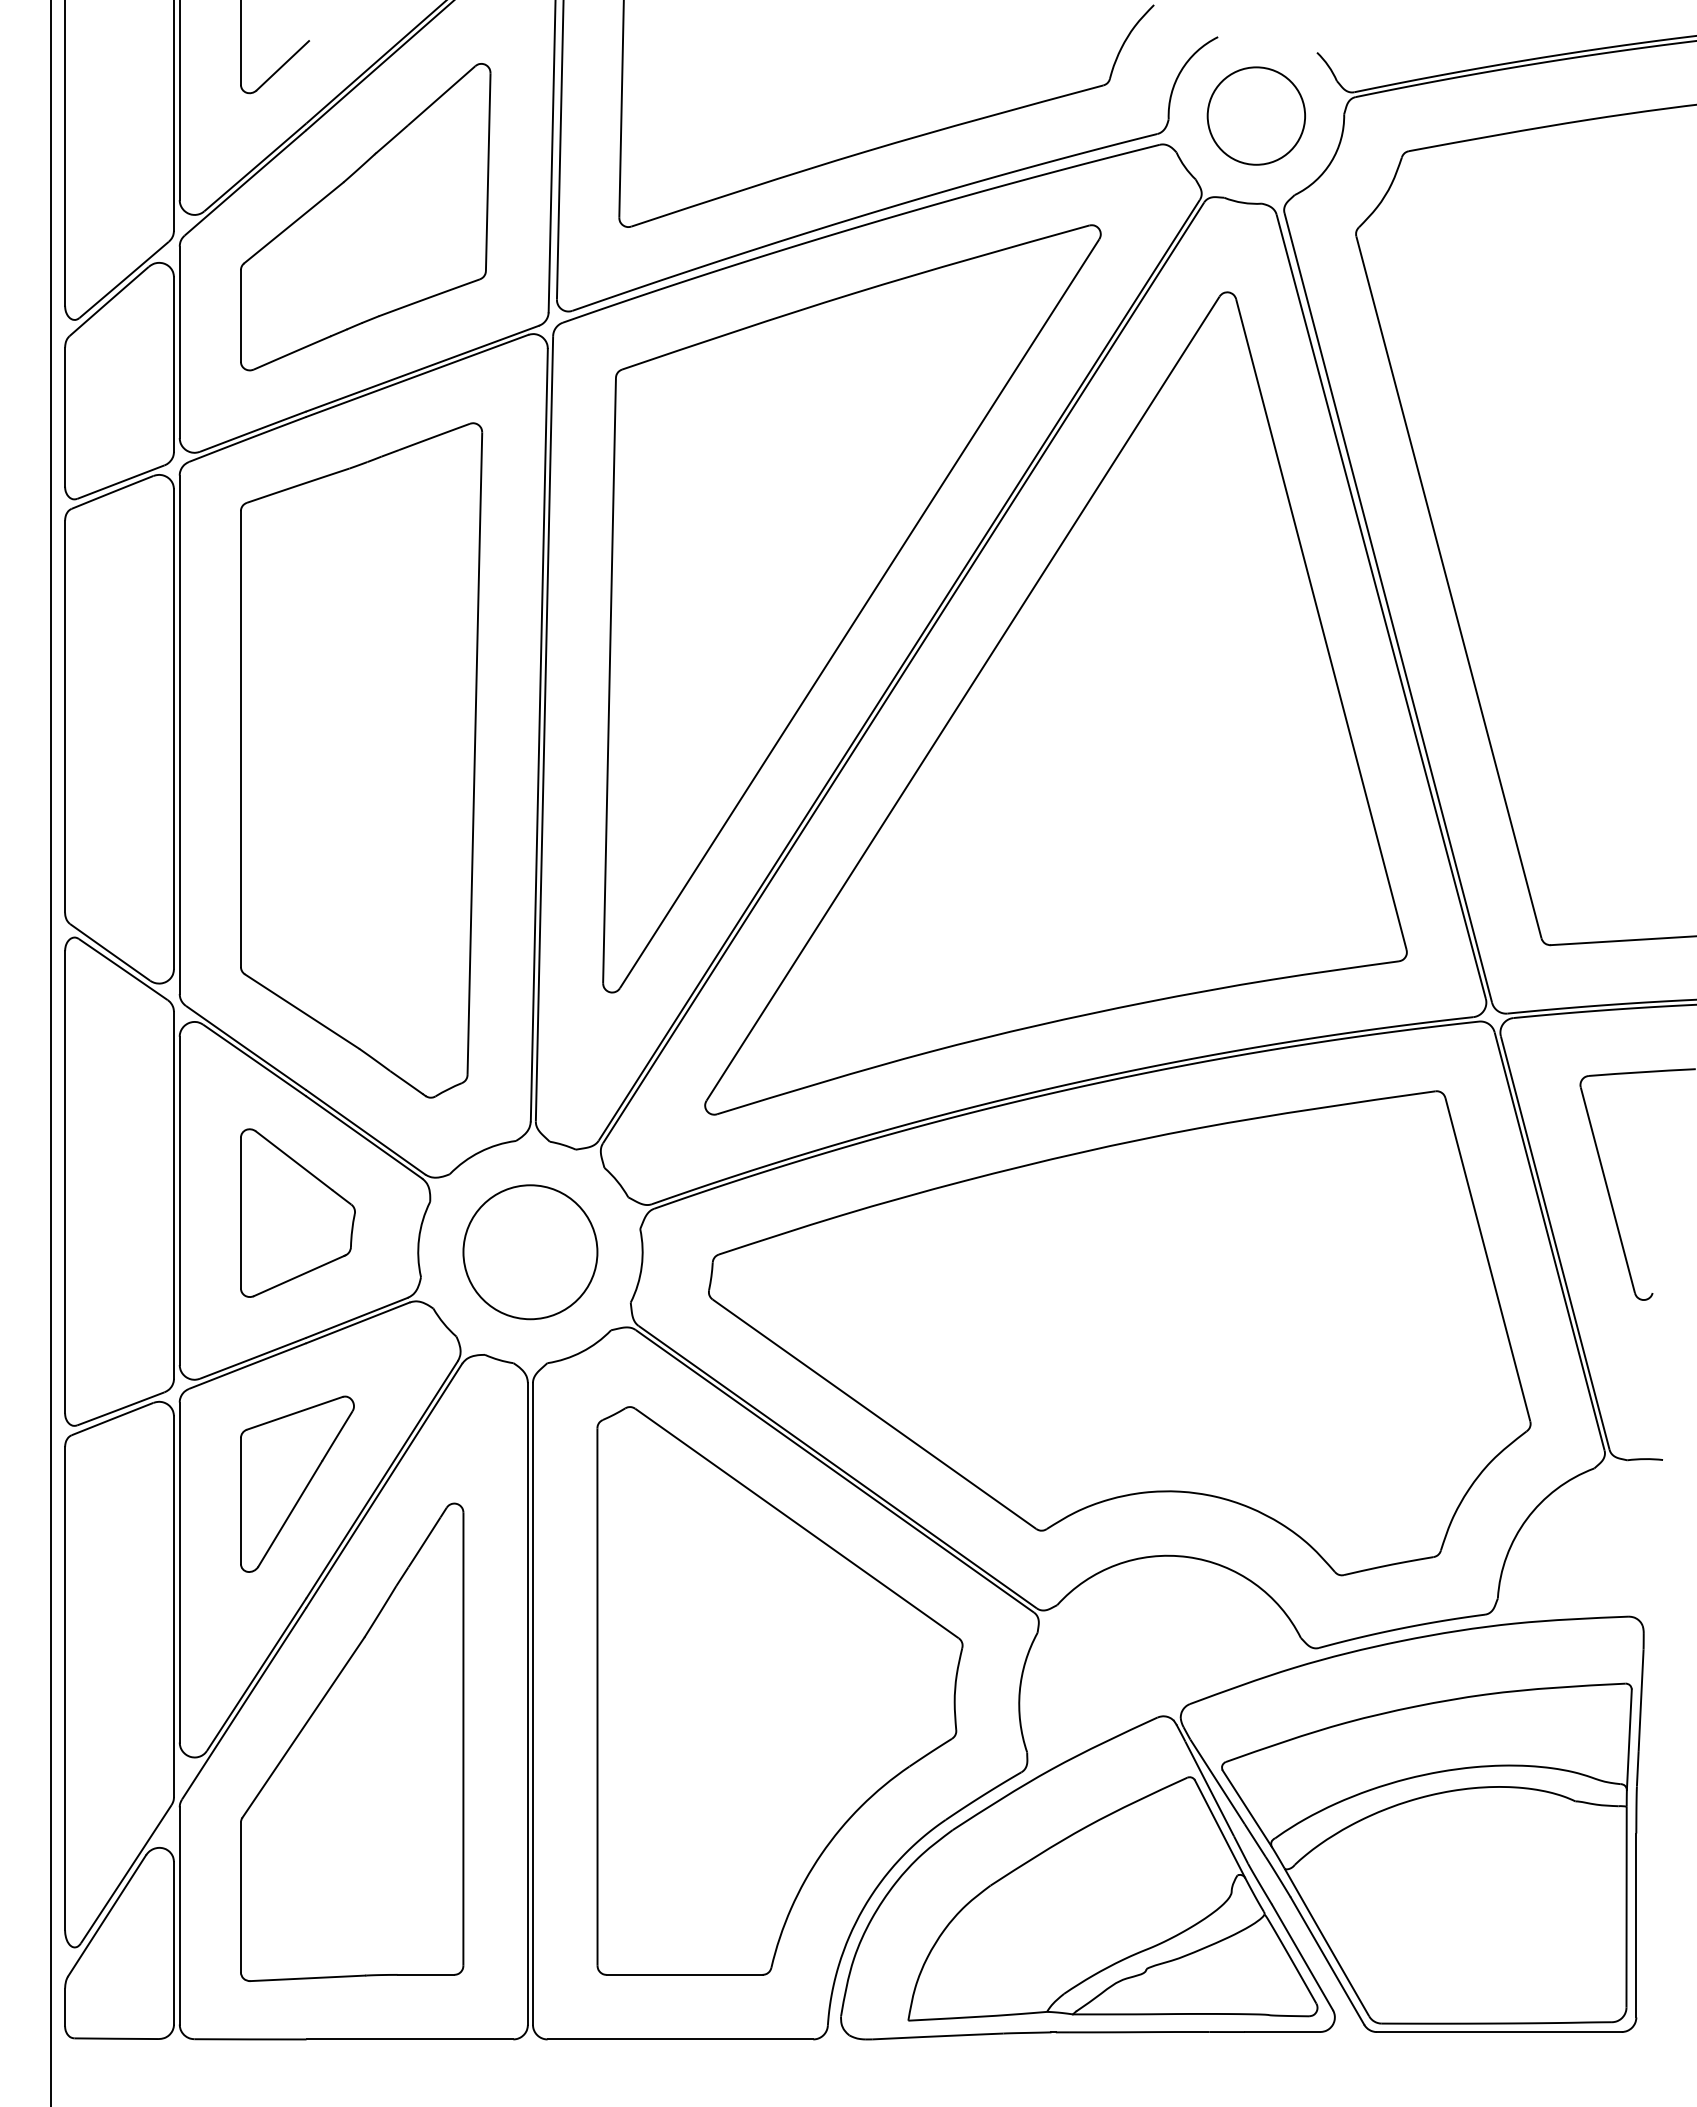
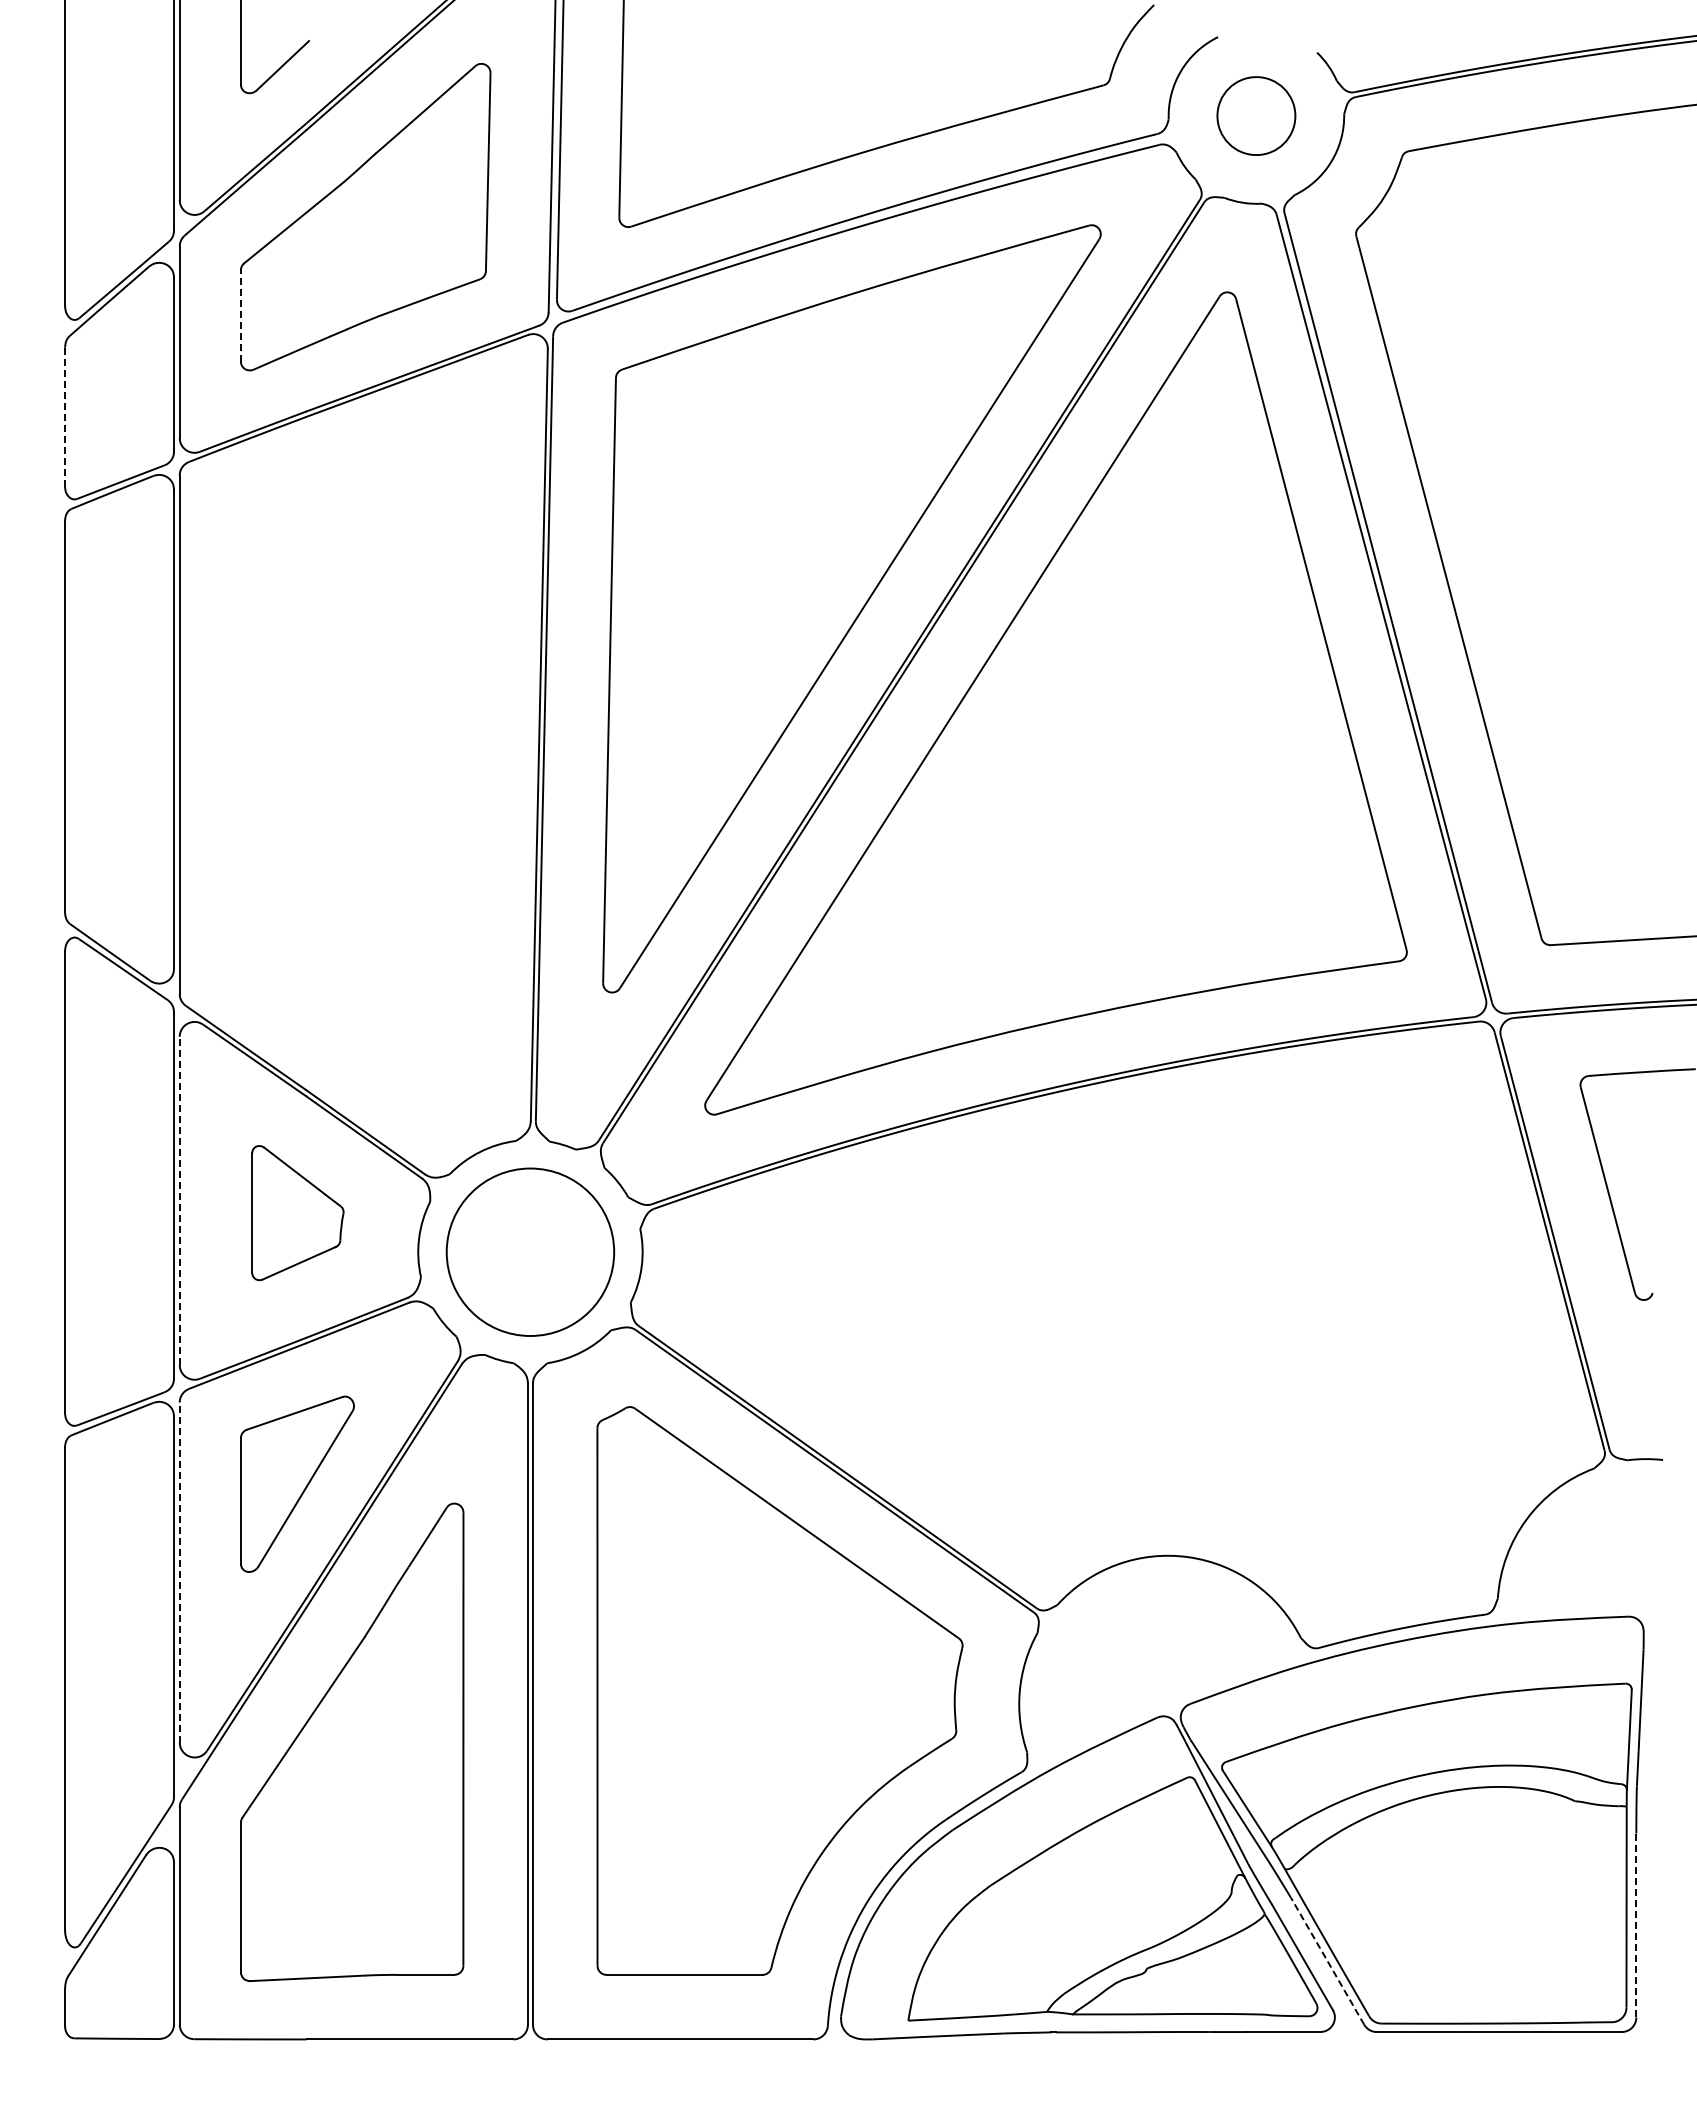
circle at (1256, 115) diameter: 97 px -> 78 px
line at (240, 315): solid -> dashed
line at (65, 416): solid -> dashed
part at (361, 760): present -> none
line at (50, 1052): present -> none
line at (179, 1200): solid -> dashed
part at (297, 1212) size: 116x170 px -> 94x137 px
circle at (530, 1252) diameter: 134 px -> 167 px
part at (1119, 1333): present -> none
line at (179, 1572): solid -> dashed
line at (1636, 1925): solid -> dashed
line at (1327, 1960): solid -> dashed
